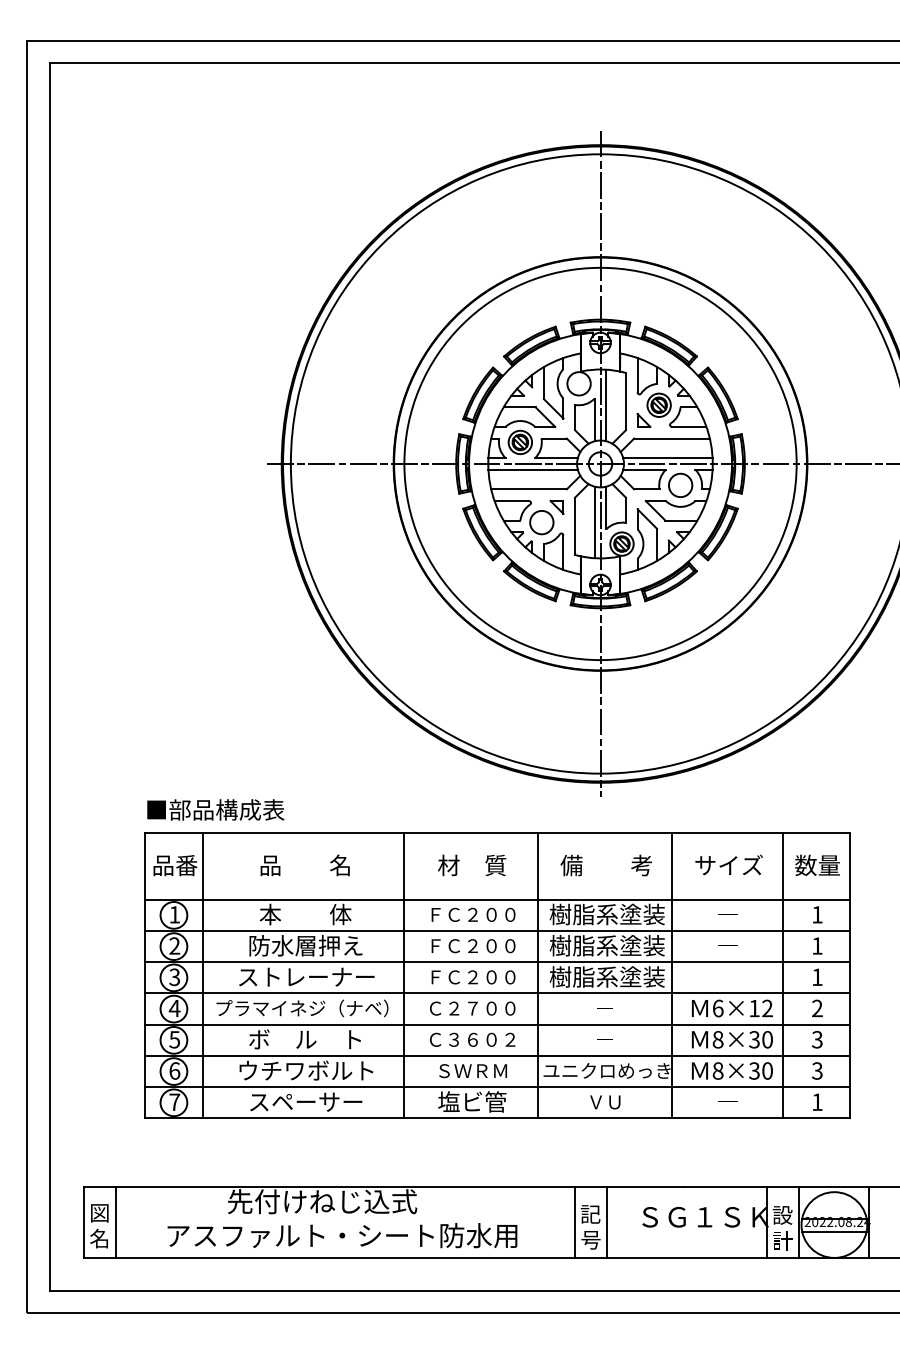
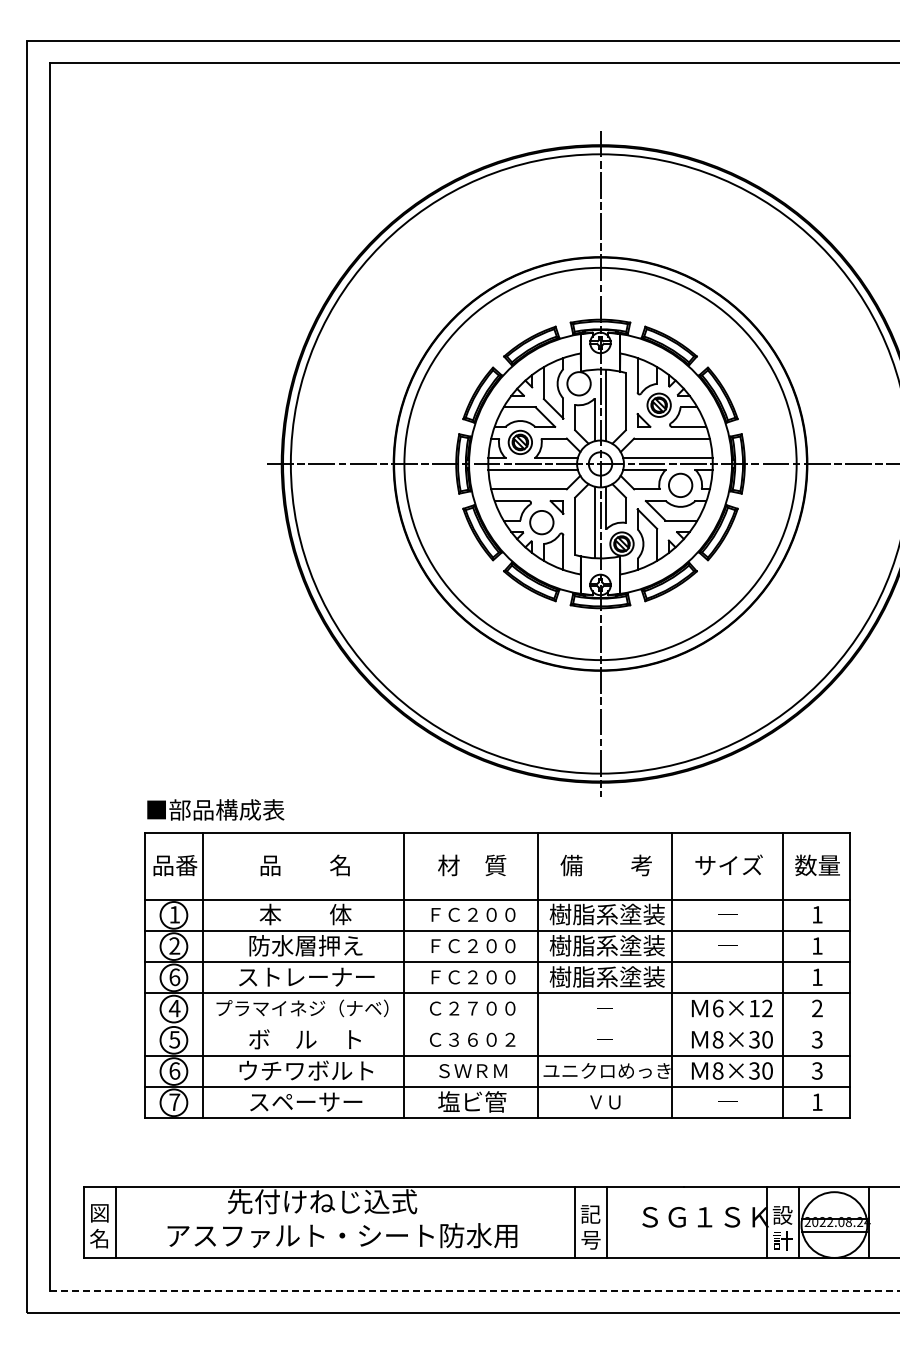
text at (174, 977): 3 -> 6
line at (497, 1024): present -> none
line at (474, 1290): solid -> dashed
